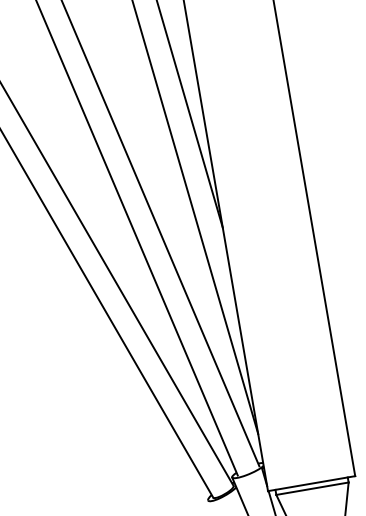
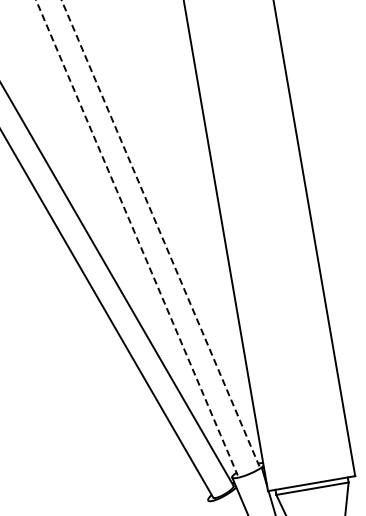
line at (189, 114): present -> none
line at (195, 217): present -> none
line at (160, 233): solid -> dashed
line at (137, 238): solid -> dashed
